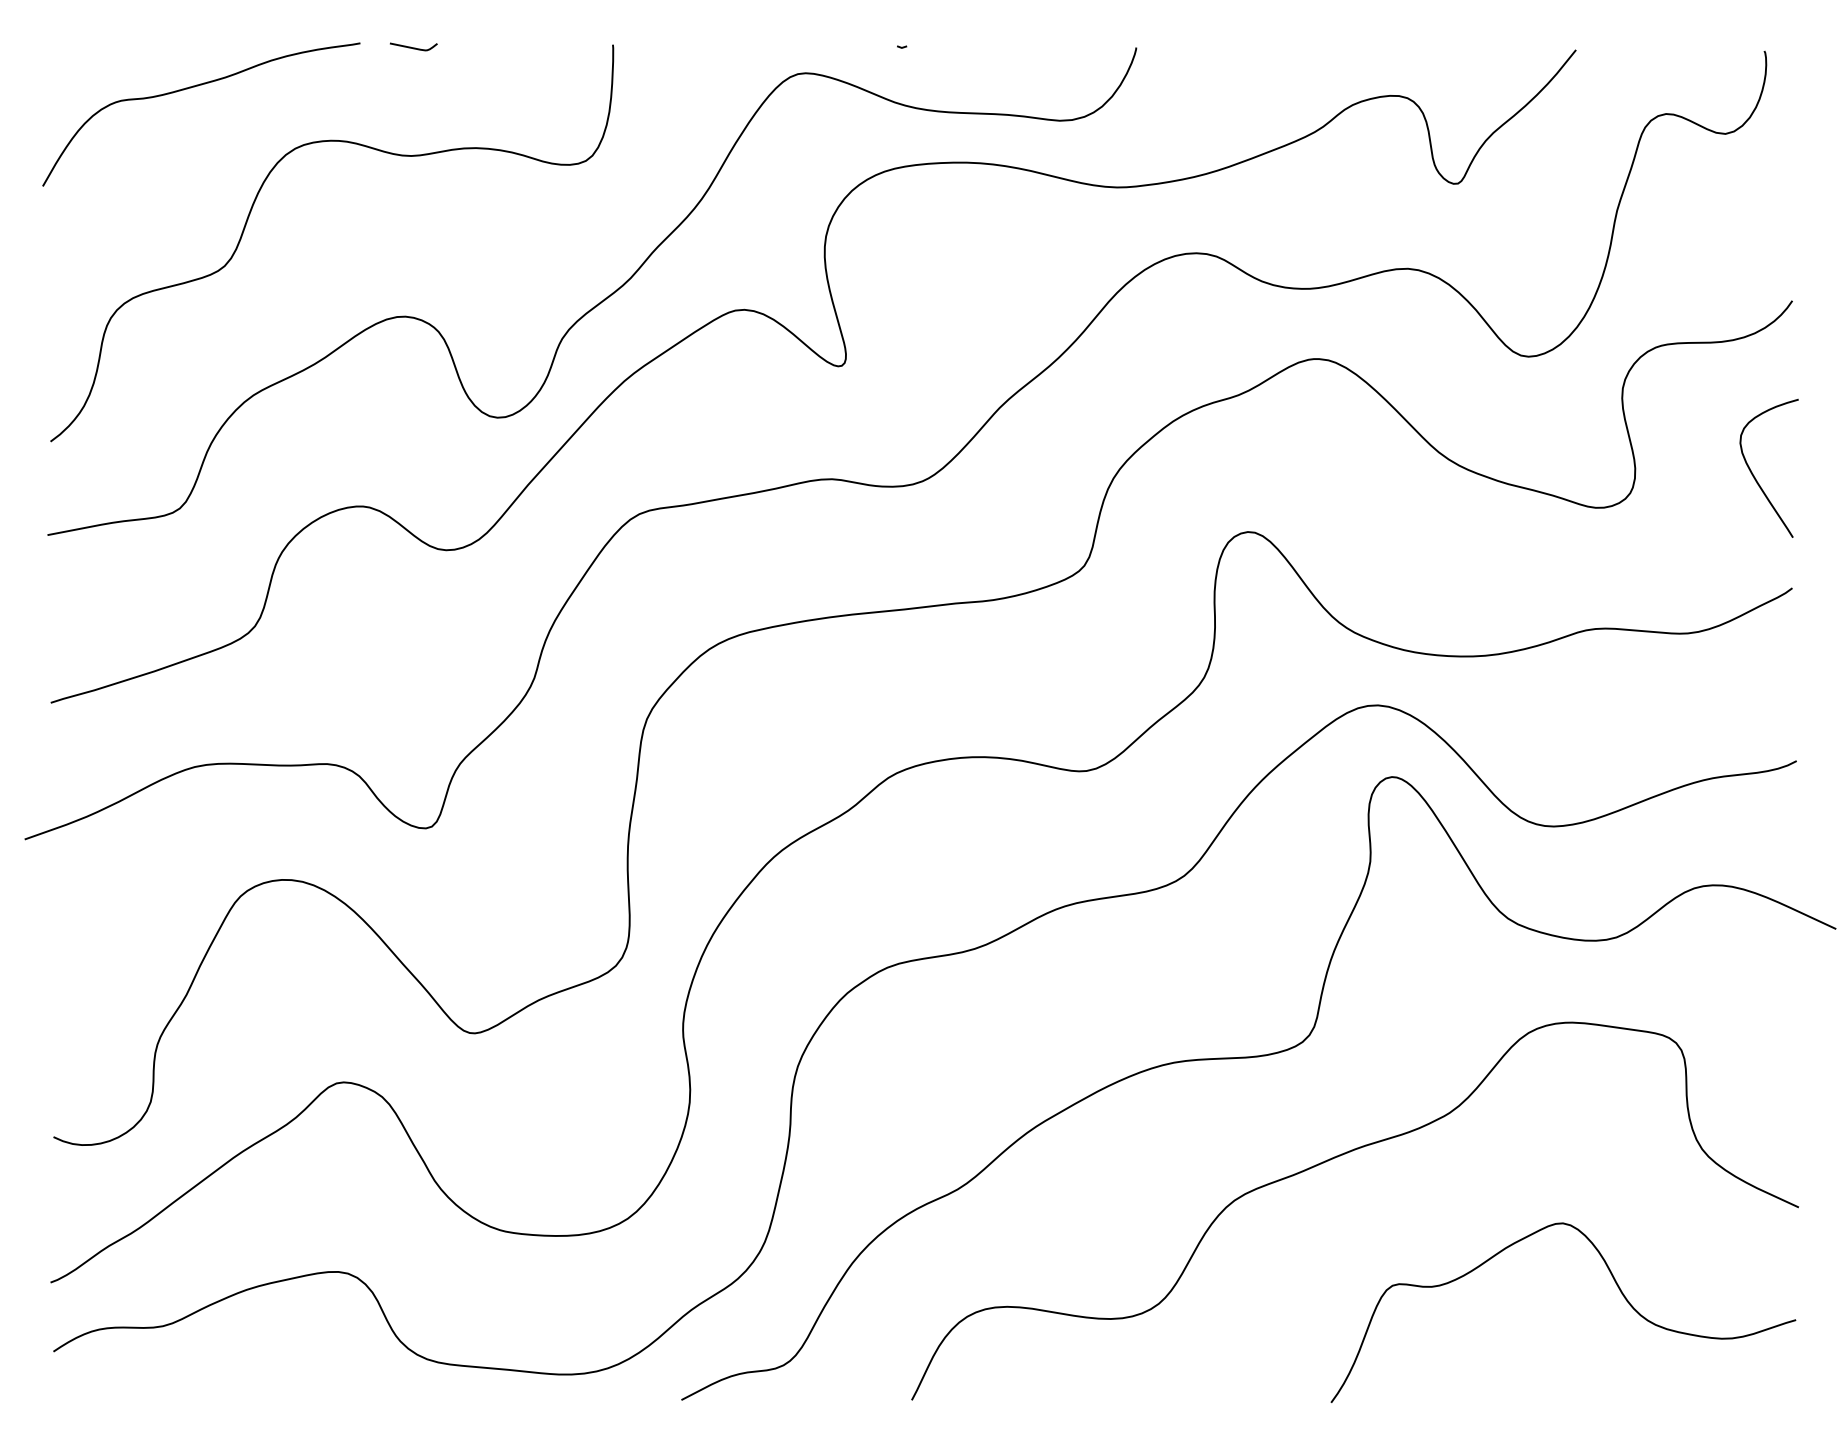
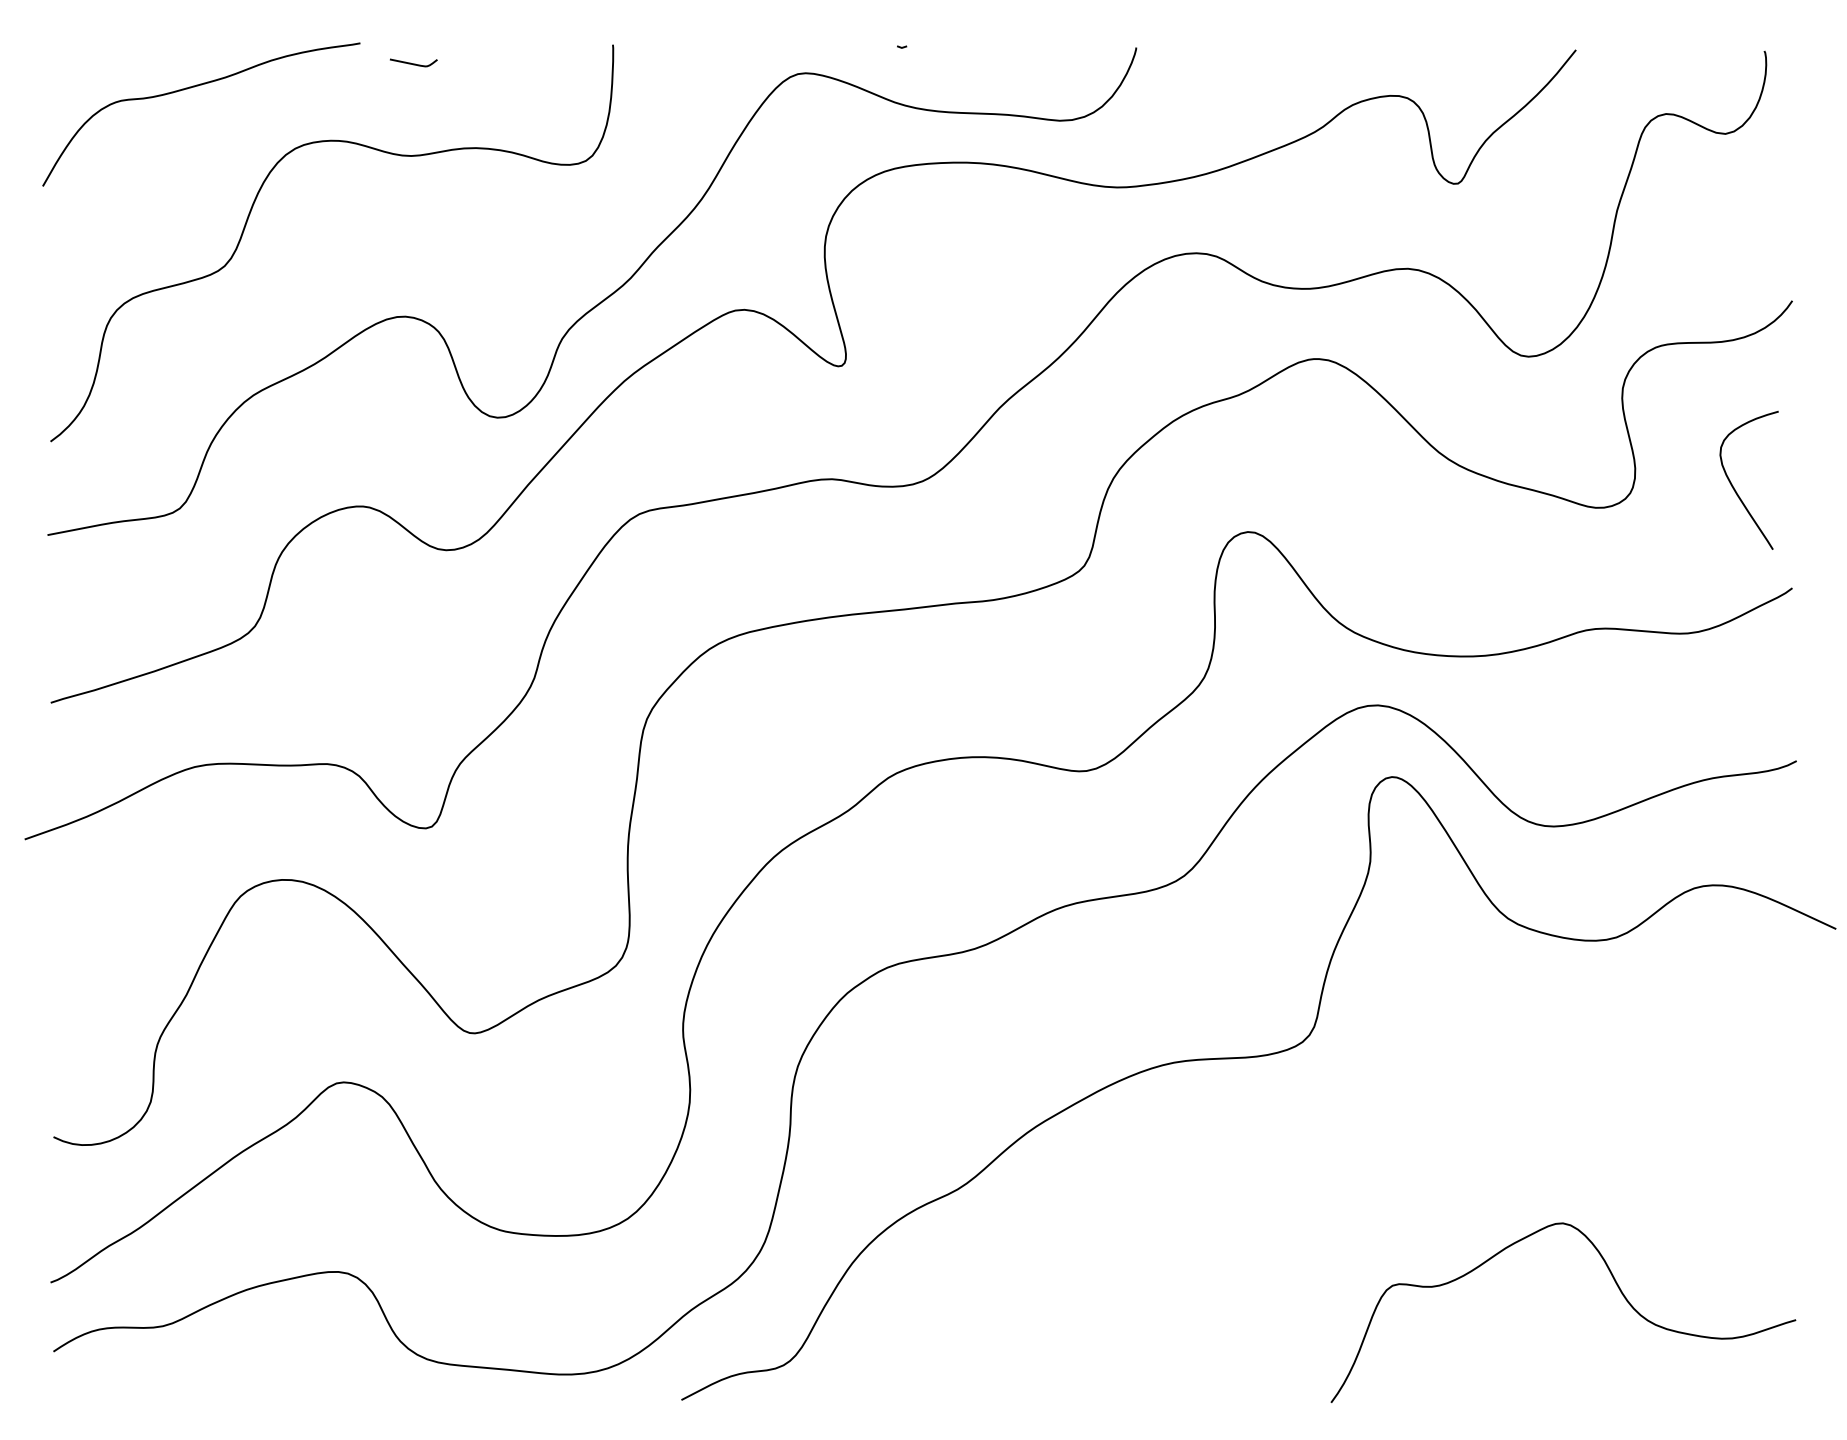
curve at (413, 47) position: (413, 47) -> (413, 63)
curve at (1754, 475) position: (1754, 475) -> (1734, 487)
curve at (1335, 1158): present -> none
